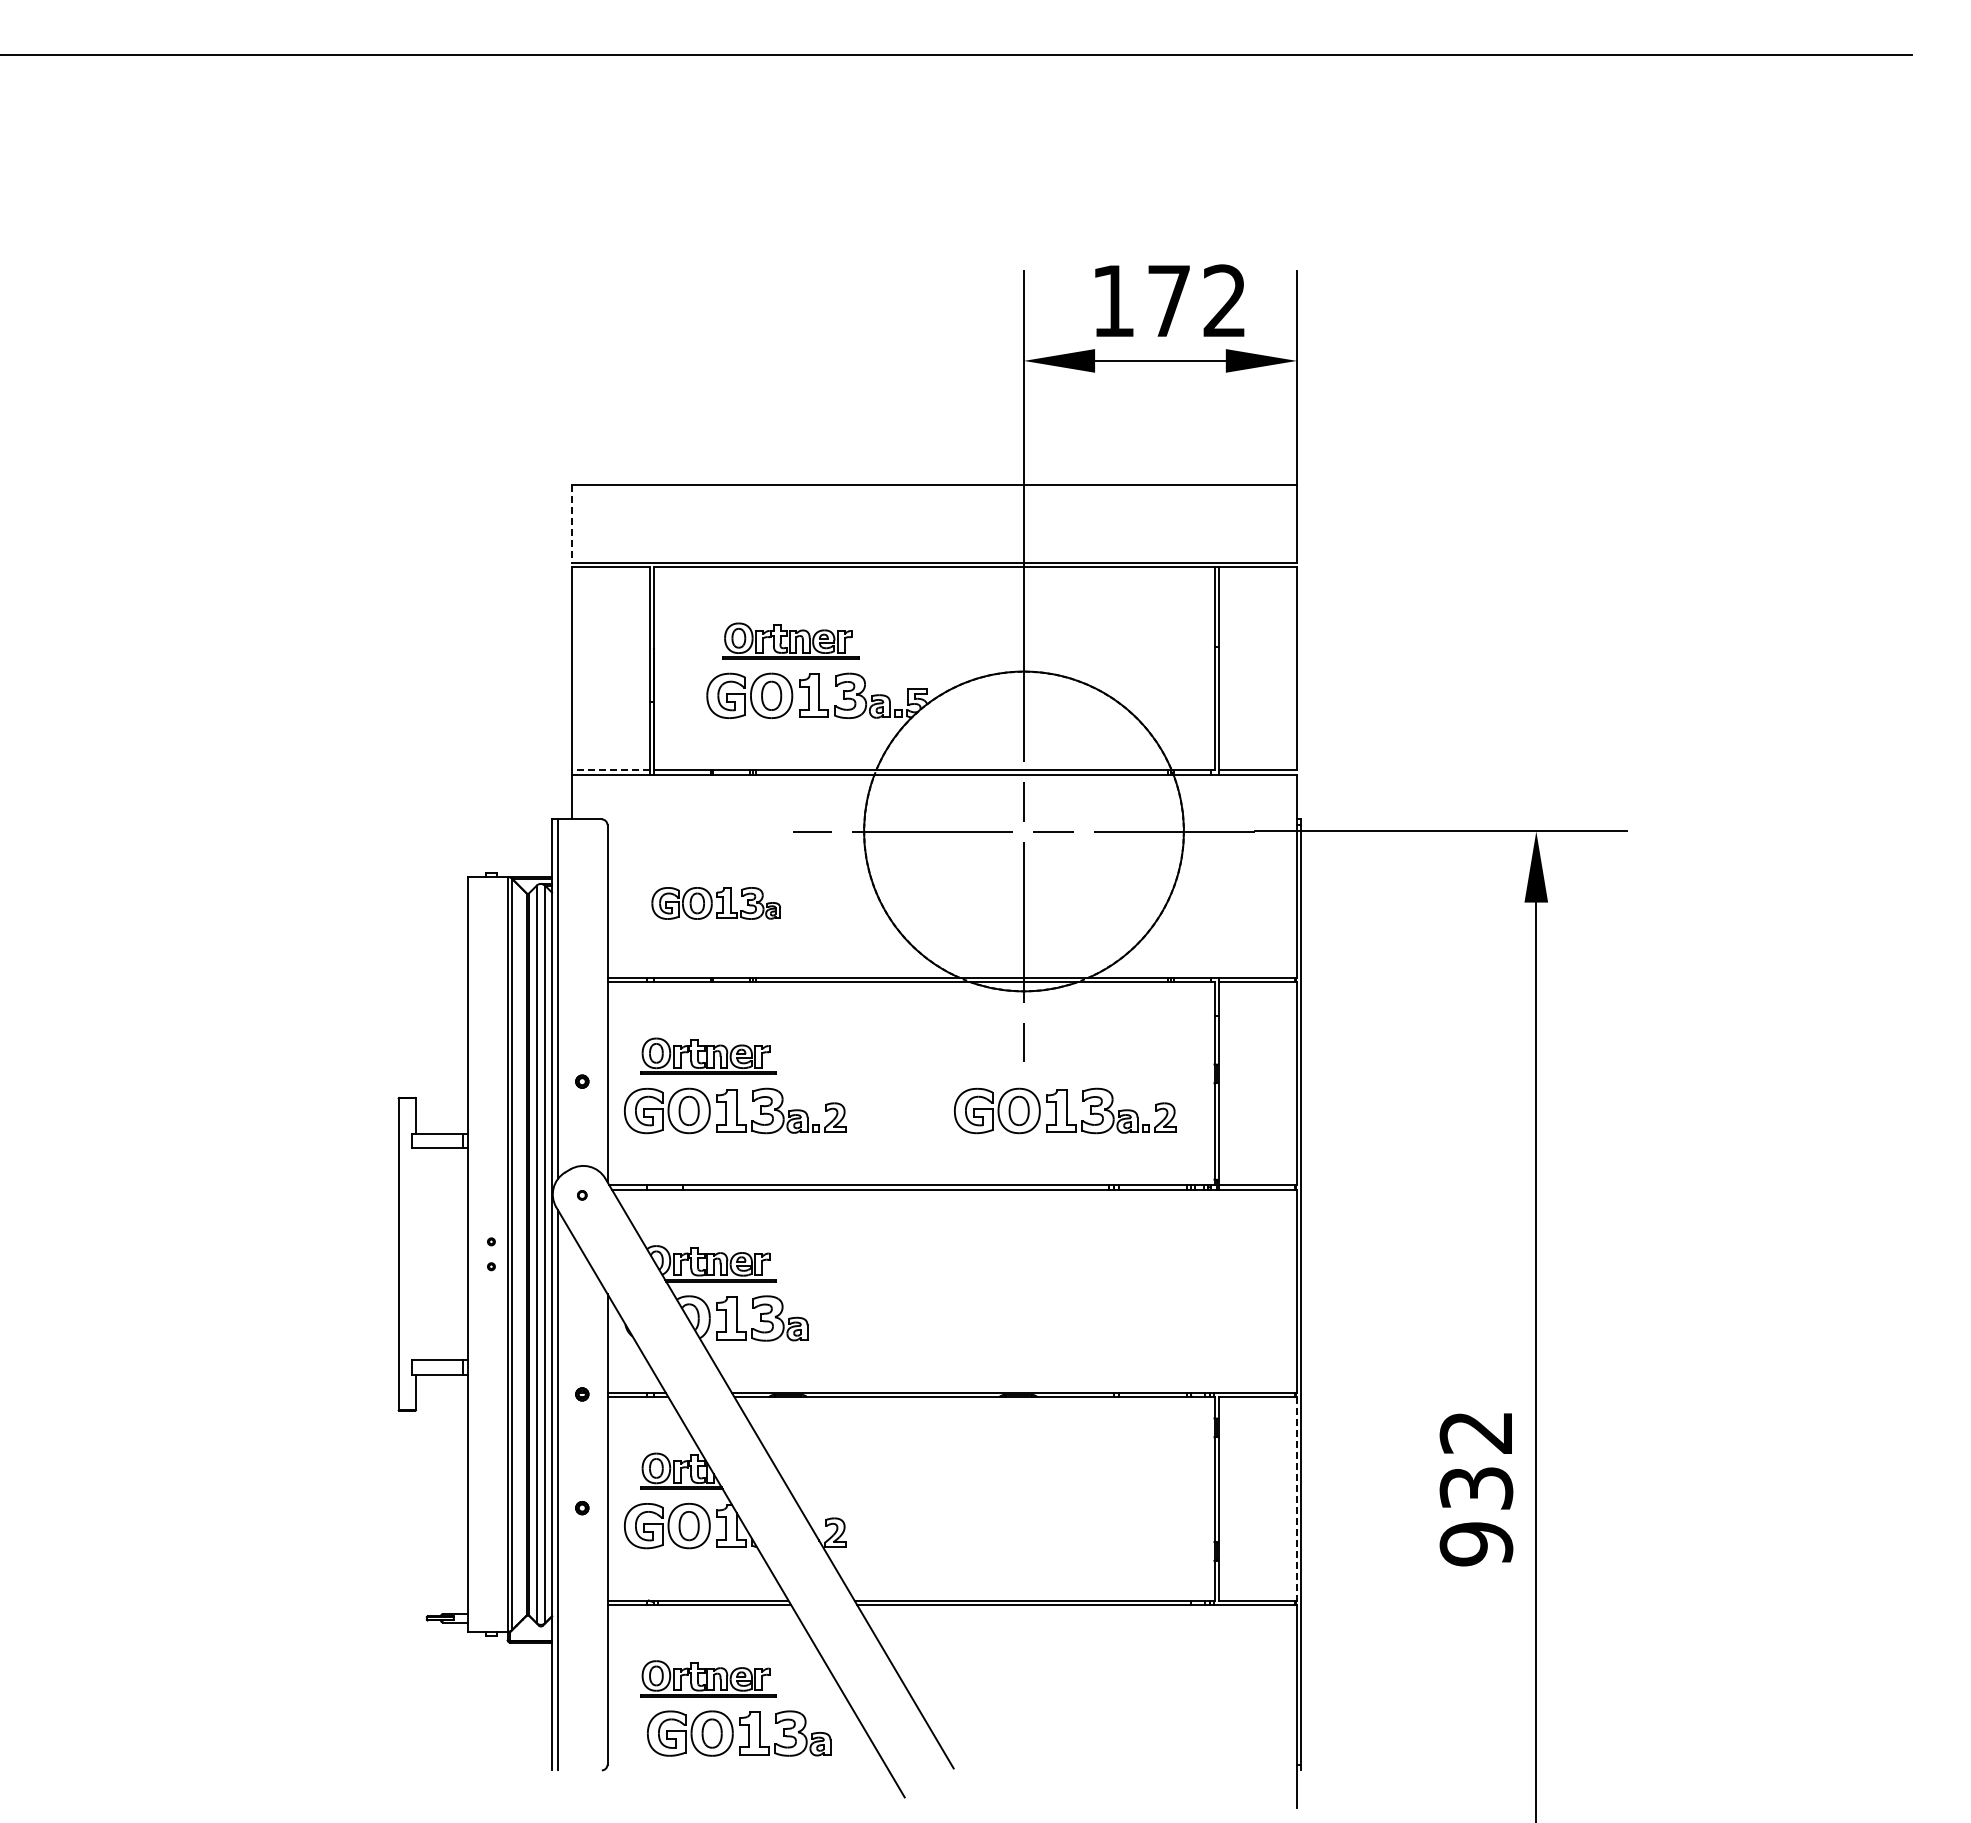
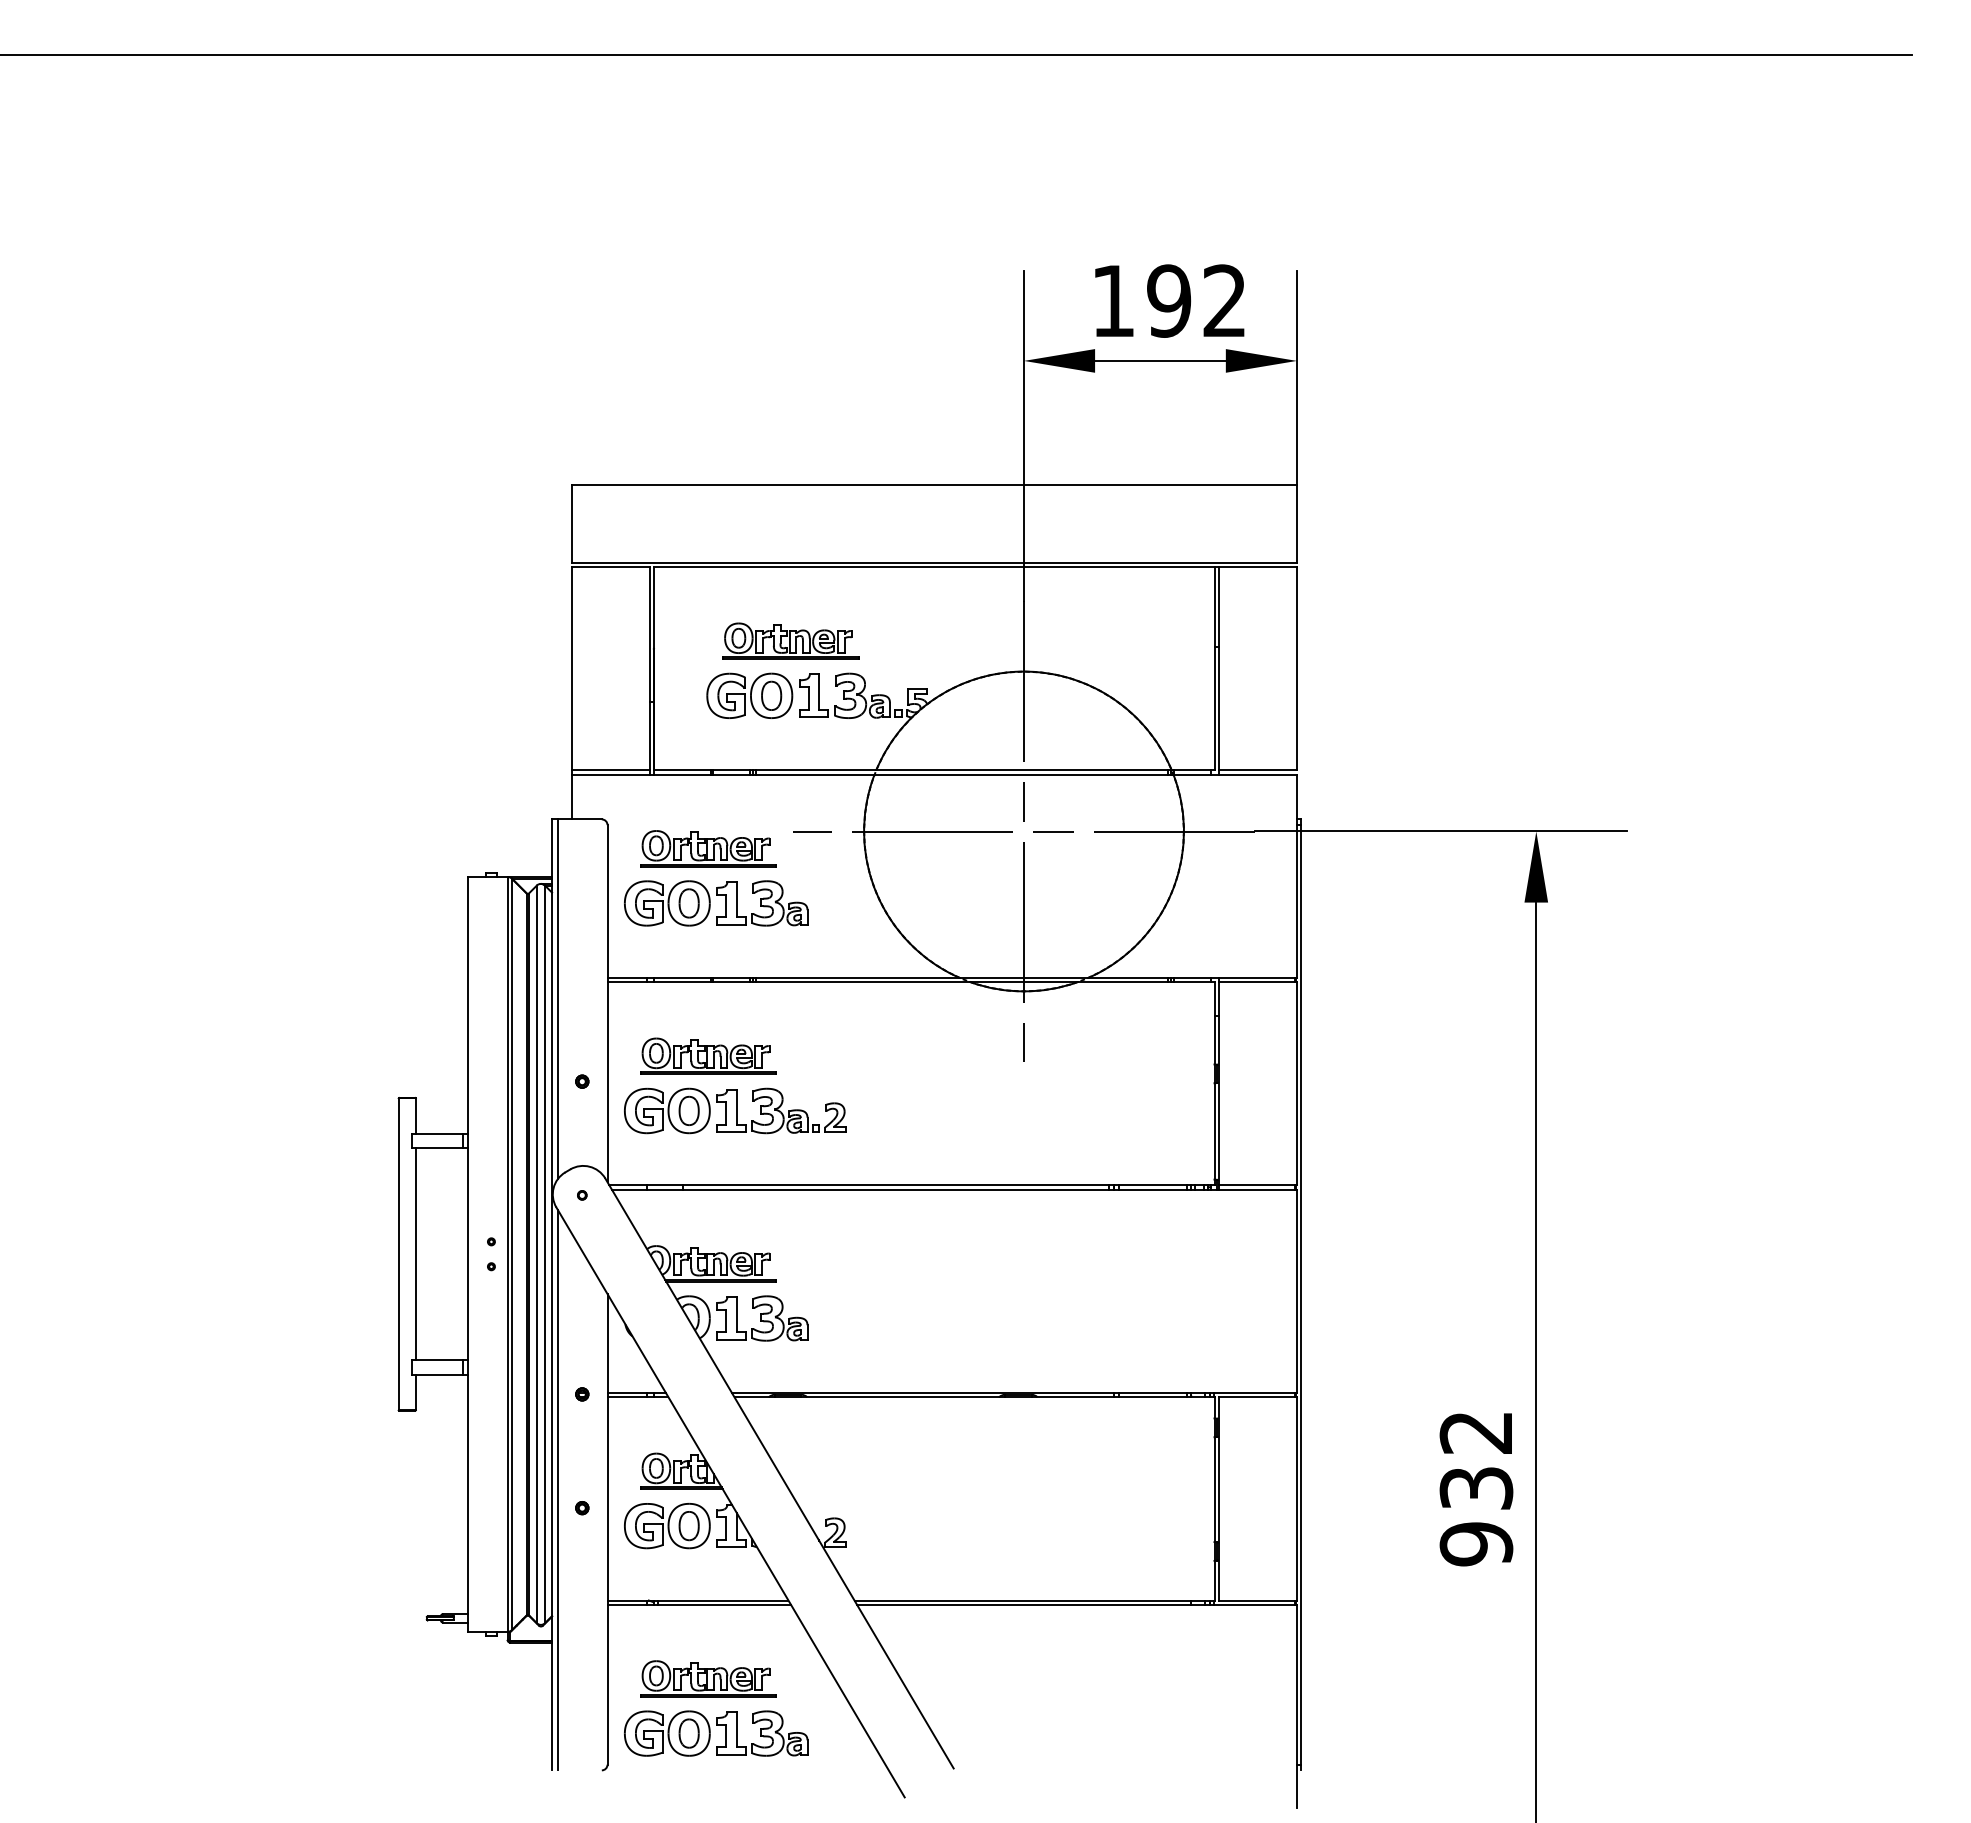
text at (1169, 300): 172 -> 192
line at (571, 524): dashed -> solid
line at (610, 770): dashed -> solid
part at (708, 848): none -> present
part at (716, 903) size: 131x33 px -> 185x47 px
part at (1065, 1110): present -> none
line at (415, 1254): none -> present
line at (1296, 1498): dashed -> solid
part at (739, 1733) position: (739, 1733) -> (716, 1733)
